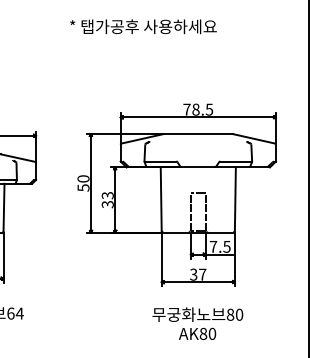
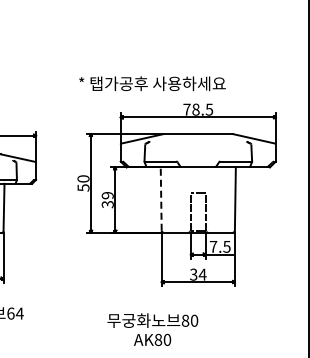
text at (143, 26) position: (143, 26) -> (152, 83)
text at (107, 195): 33 -> 39
line at (161, 199): solid -> dashed
text at (202, 274): 37 -> 34
text at (197, 323) position: (197, 323) -> (152, 329)
